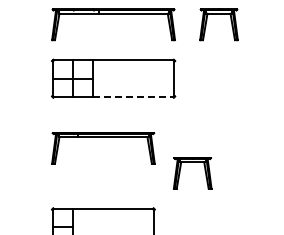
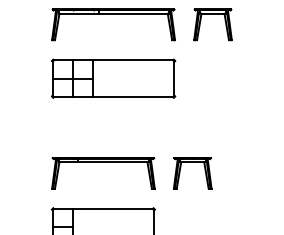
part at (218, 14) position: (218, 14) -> (212, 14)
line at (133, 97): dashed -> solid
part at (103, 137) position: (103, 137) -> (103, 162)
